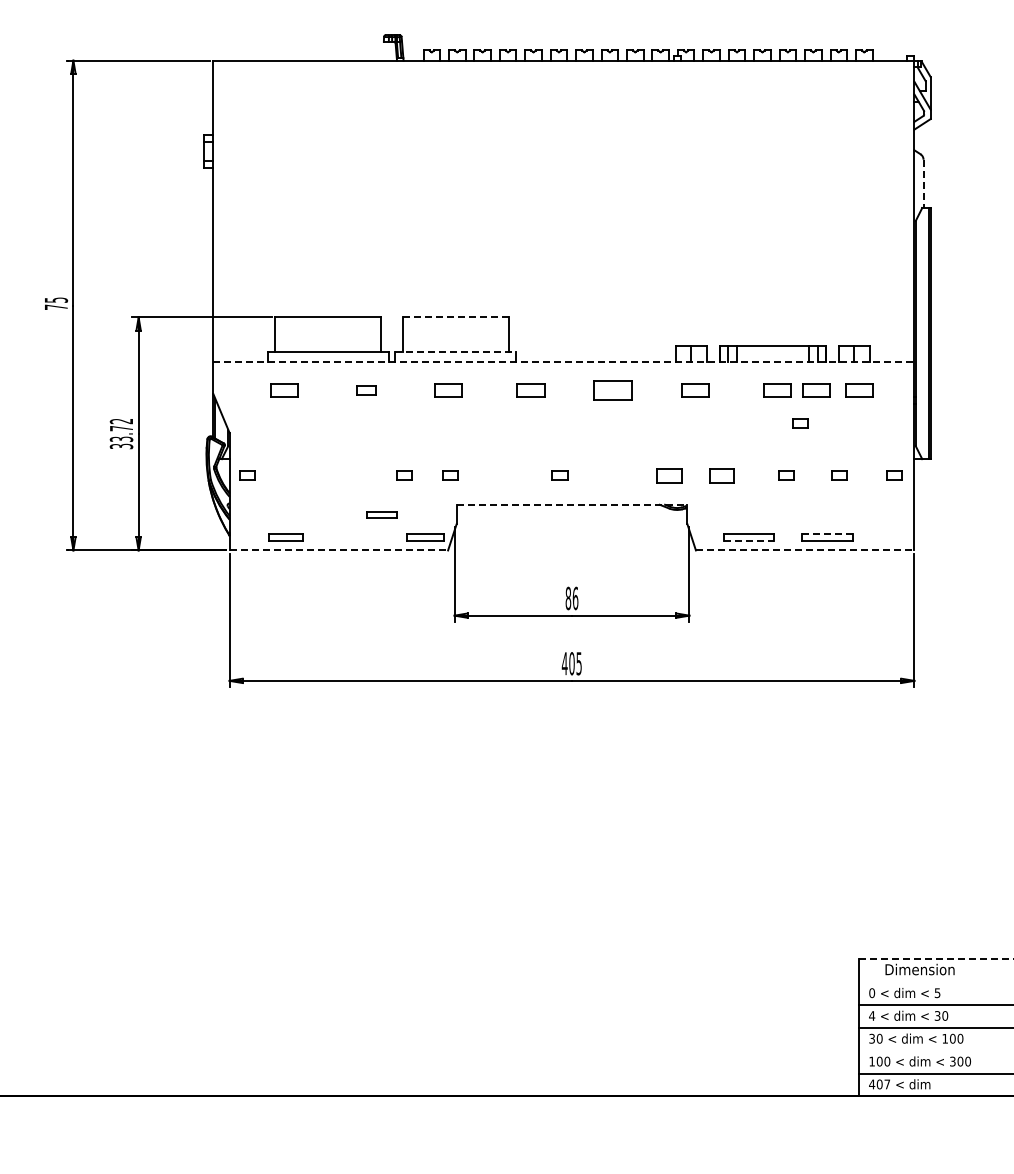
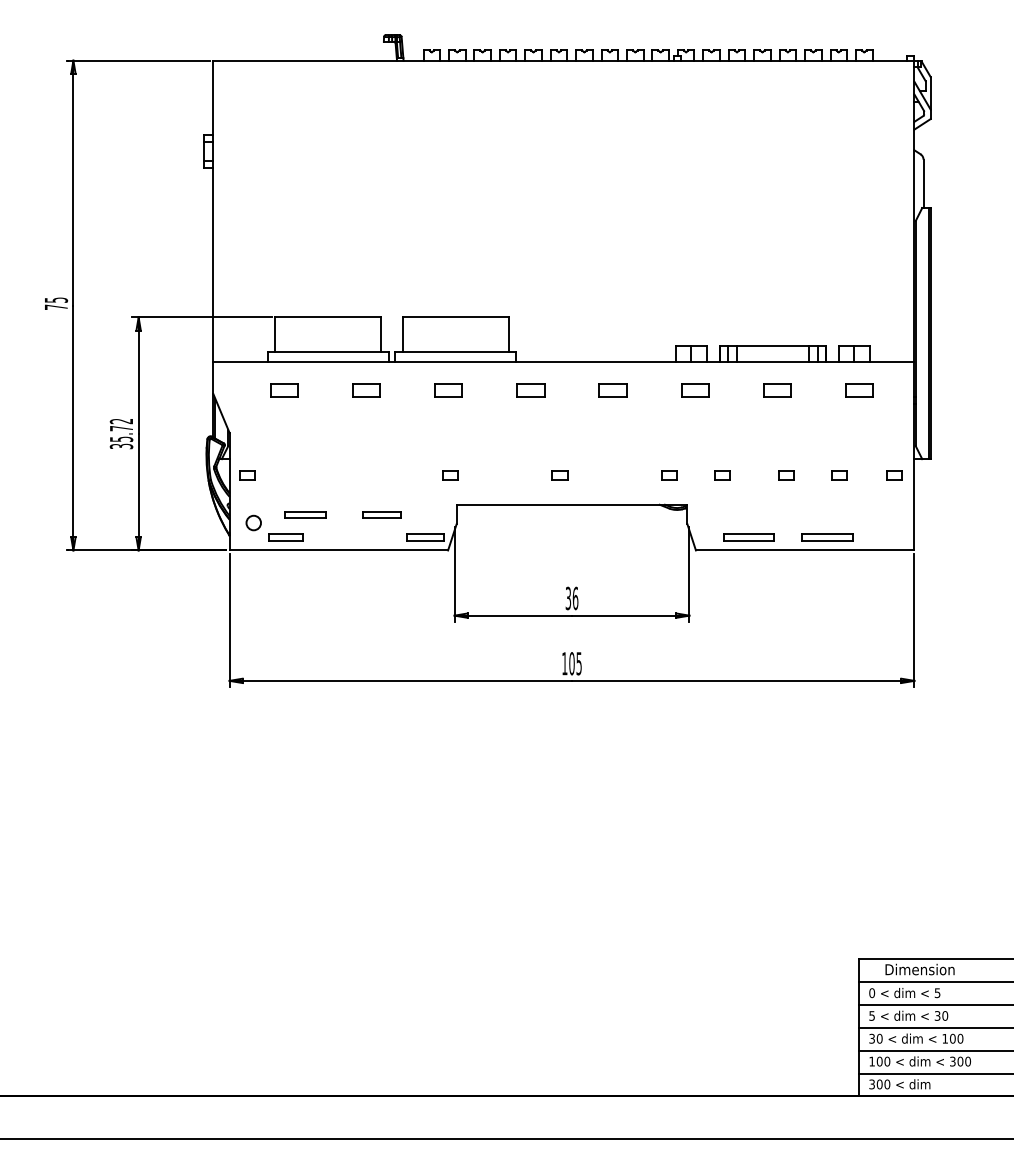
line at (923, 184): dashed -> solid
line at (456, 317): dashed -> solid
line at (456, 352): dashed -> solid
line at (563, 361): dashed -> solid
part at (366, 390) size: 21x11 px -> 29x15 px
part at (612, 390) size: 40x21 px -> 30x15 px
part at (816, 390): present -> none
part at (800, 423): present -> none
text at (120, 438): 33.72 -> 35.72
part at (404, 475): present -> none
part at (669, 475) size: 27x16 px -> 17x11 px
part at (721, 475) size: 26x16 px -> 17x11 px
line at (572, 504): dashed -> solid
part at (305, 514): none -> present
part at (381, 514) size: 32x8 px -> 40x8 px
circle at (253, 522): none -> present
line at (826, 534): dashed -> solid
line at (749, 540): dashed -> solid
line at (339, 550): dashed -> solid
line at (805, 550): dashed -> solid
text at (568, 598): 86 -> 36
text at (564, 663): 405 -> 105
line at (936, 959): dashed -> solid
line at (934, 982): none -> present
text at (872, 1015): 4 -> 5
line at (934, 1050): none -> present
text at (879, 1084): 407 -> 300
line at (506, 1138): none -> present
